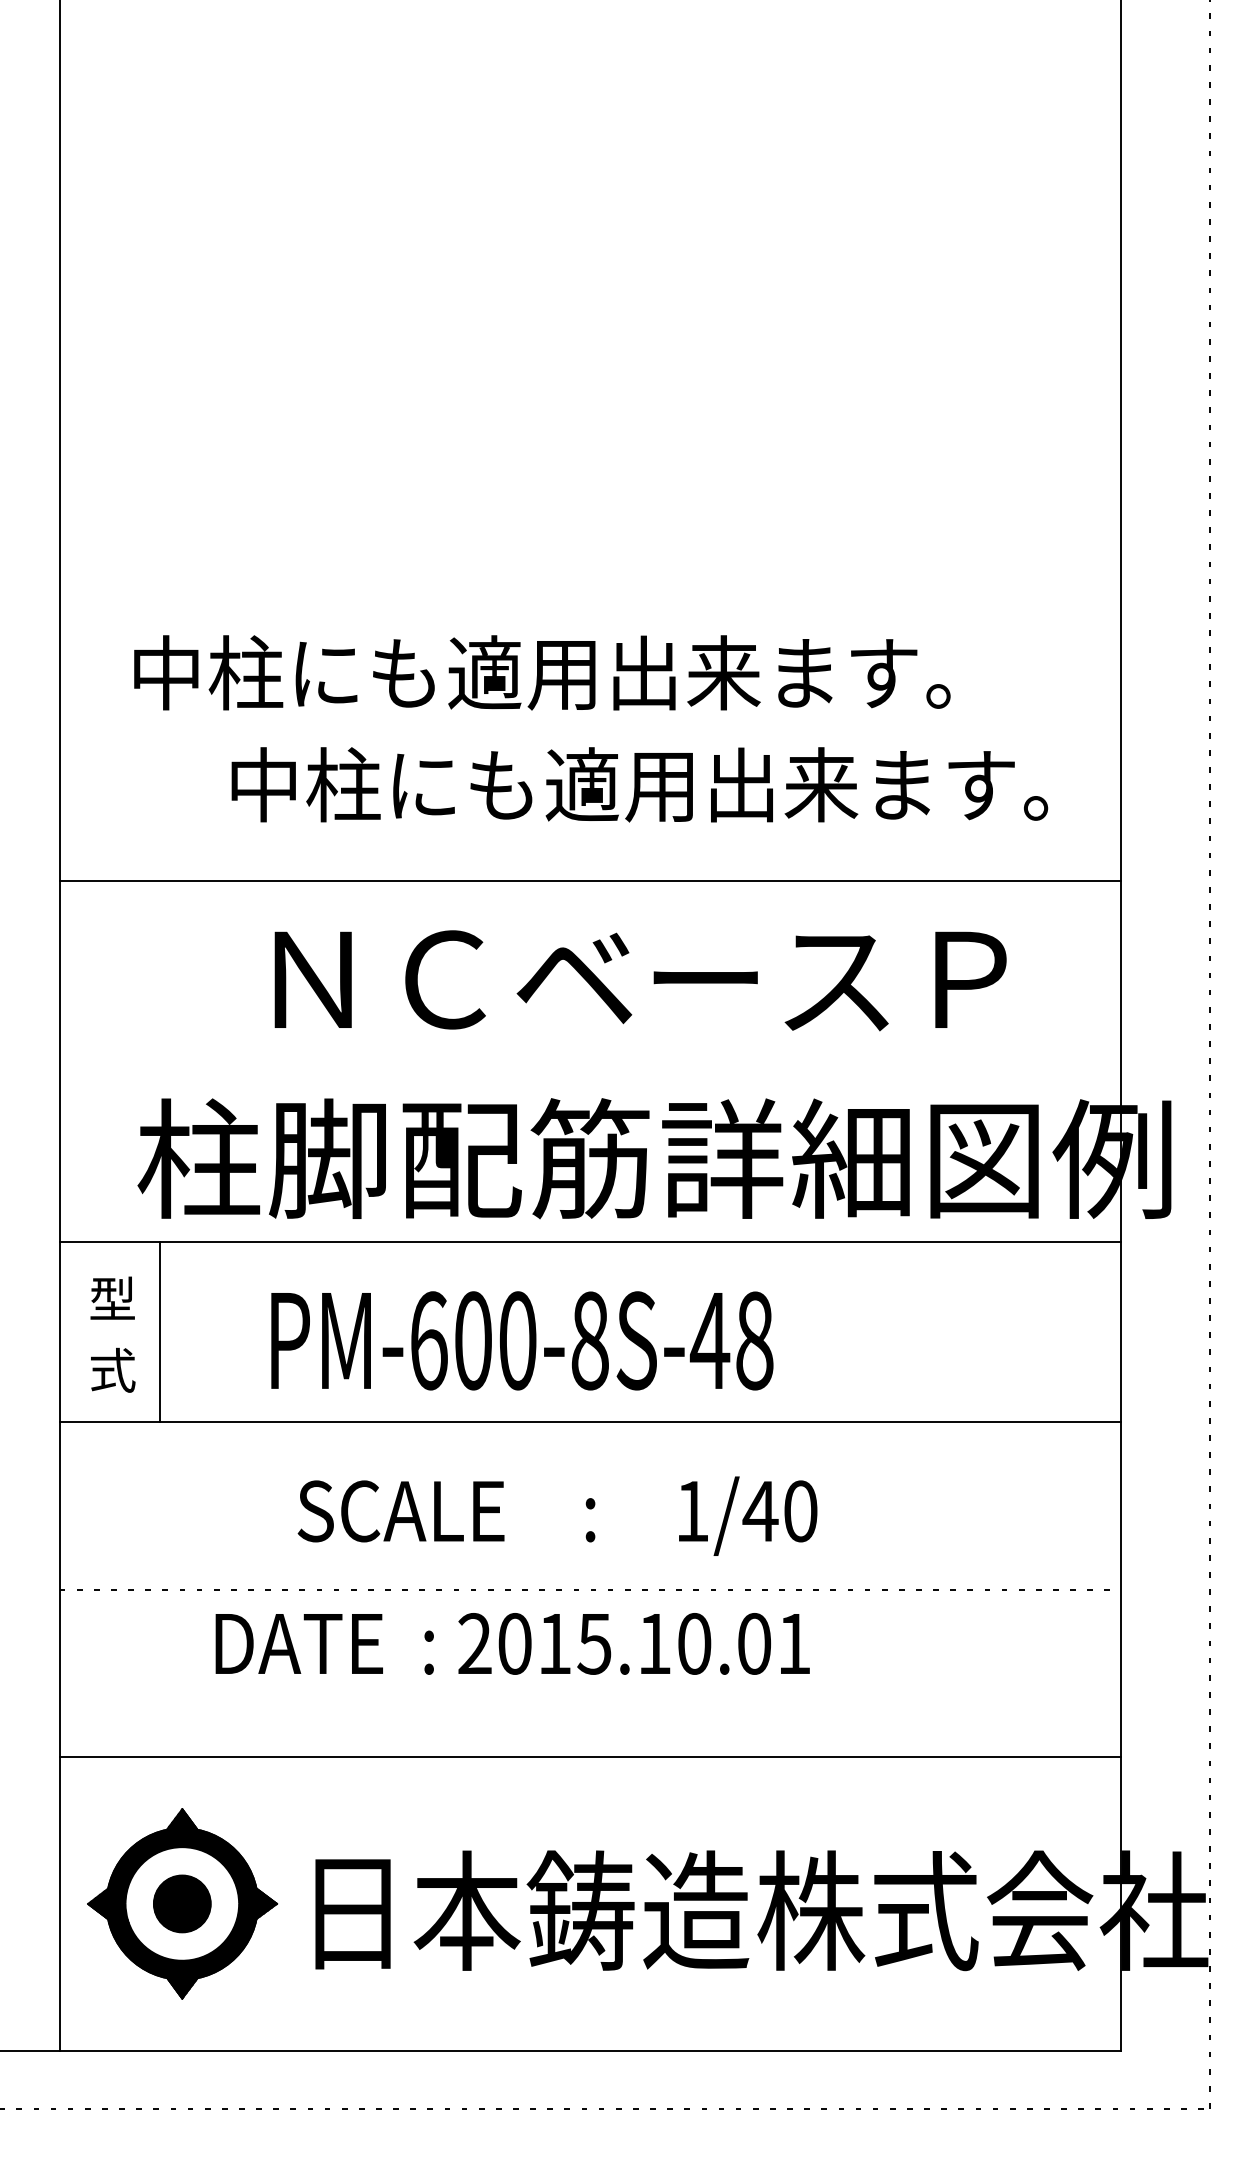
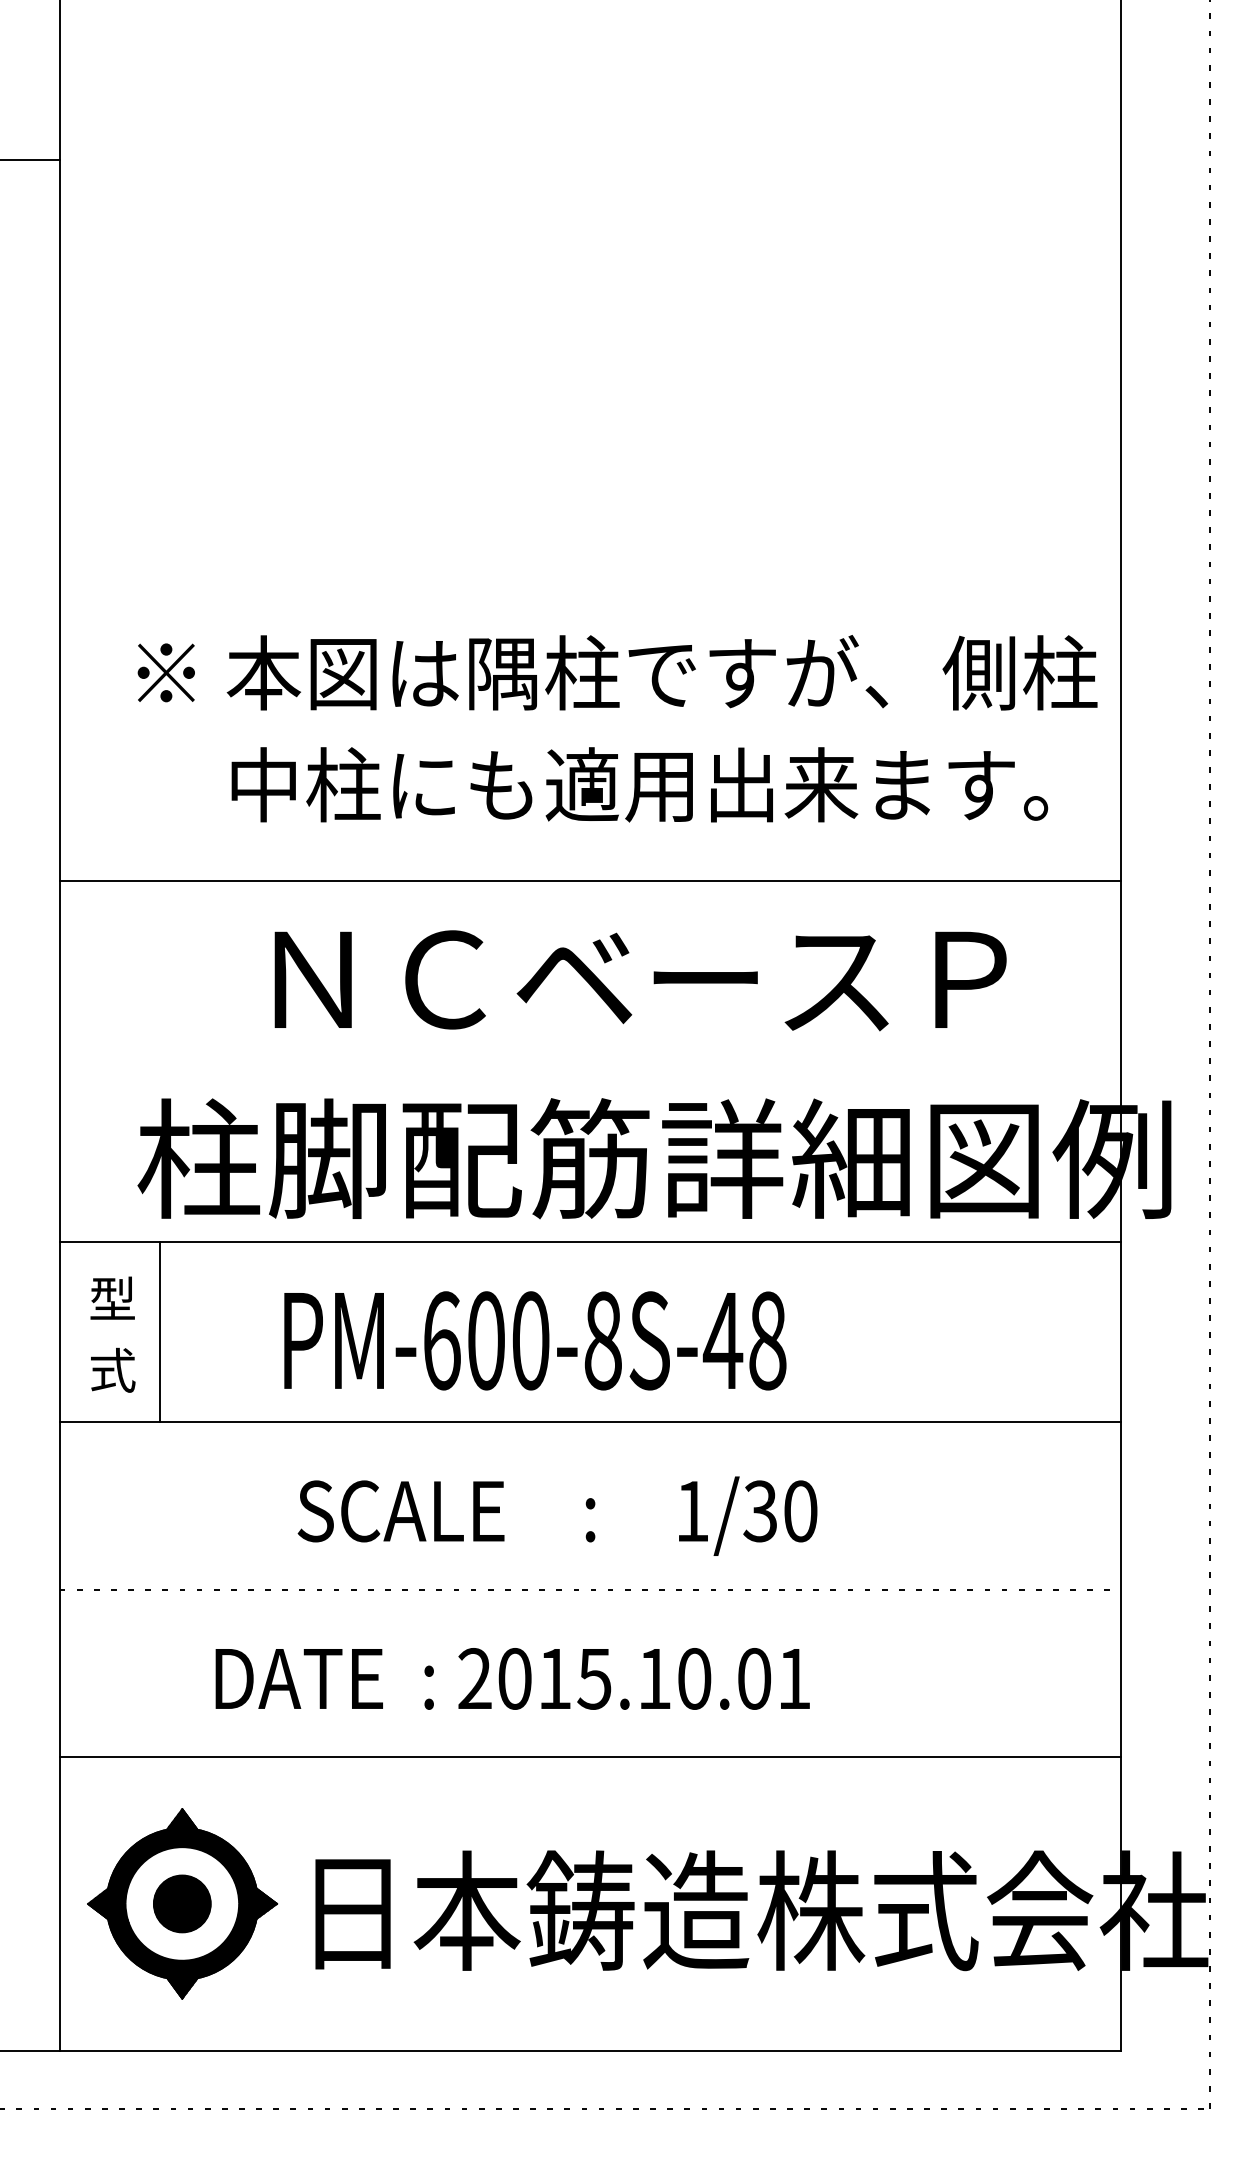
line at (30, 160): none -> present
text at (615, 672): 中柱にも適用出来ます。 -> ※ 本図は隅柱ですが、側柱
text at (522, 1340) position: (522, 1340) -> (535, 1340)
text at (760, 1511): 1/40 -> 1/30
text at (512, 1643) position: (512, 1643) -> (512, 1678)
